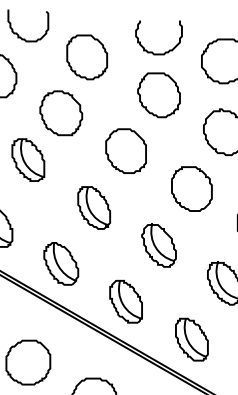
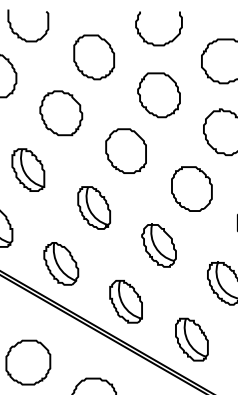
curve at (152, 51) position: (152, 51) -> (152, 42)
part at (86, 57) position: (86, 57) -> (93, 57)
part at (28, 159) position: (28, 159) -> (28, 169)
